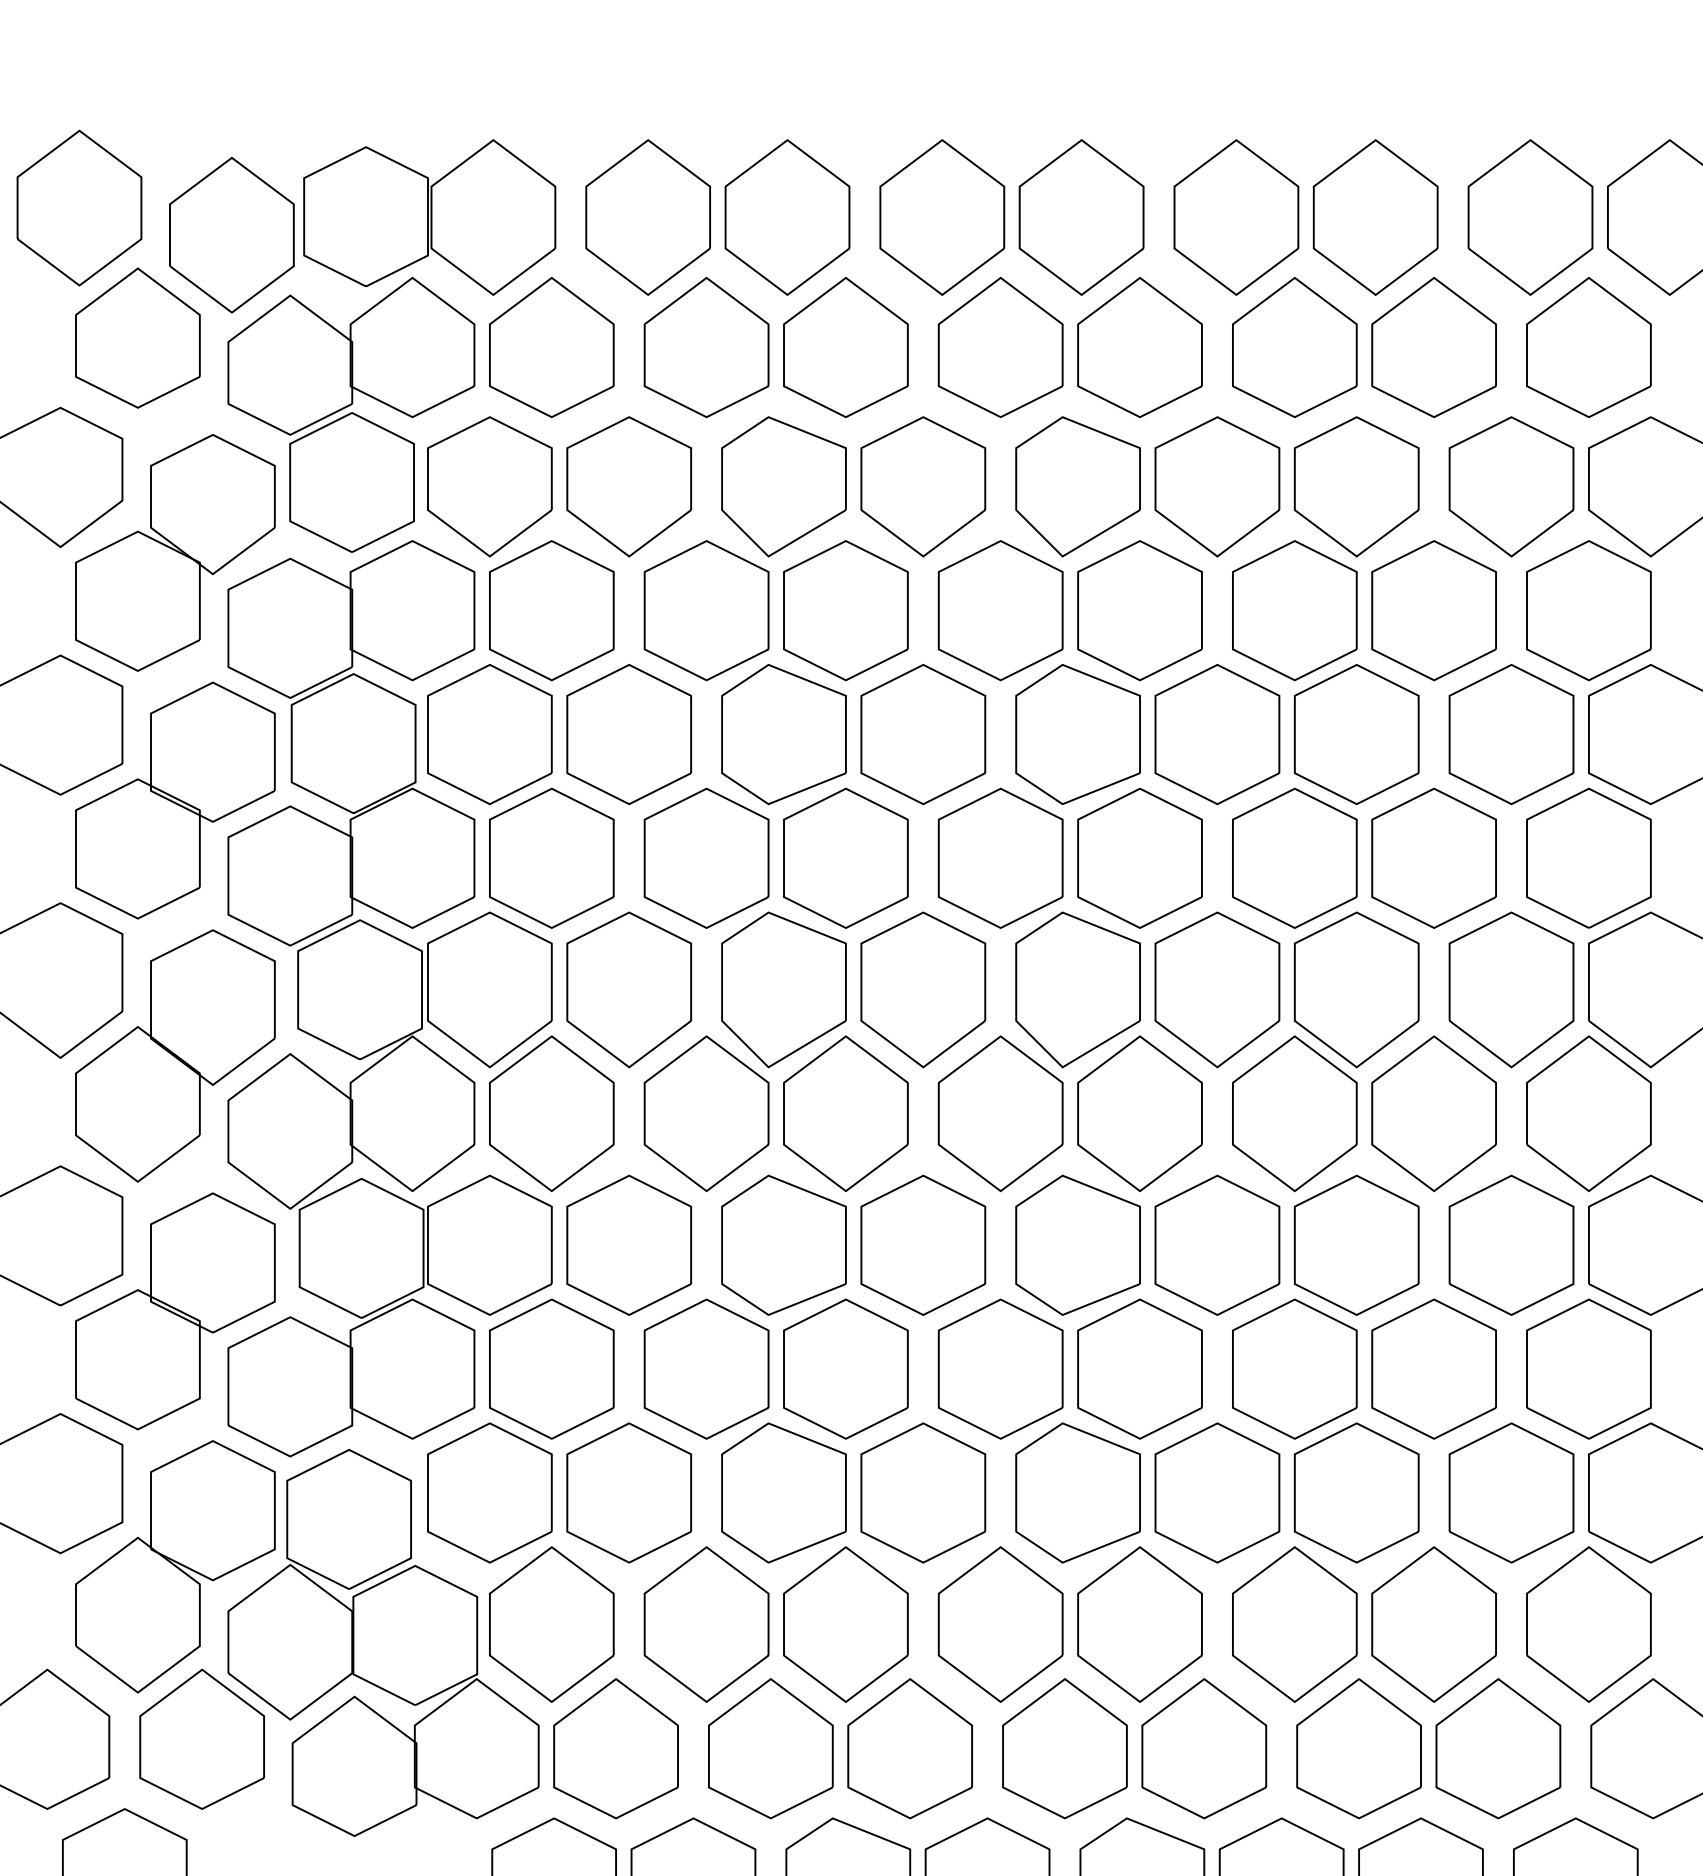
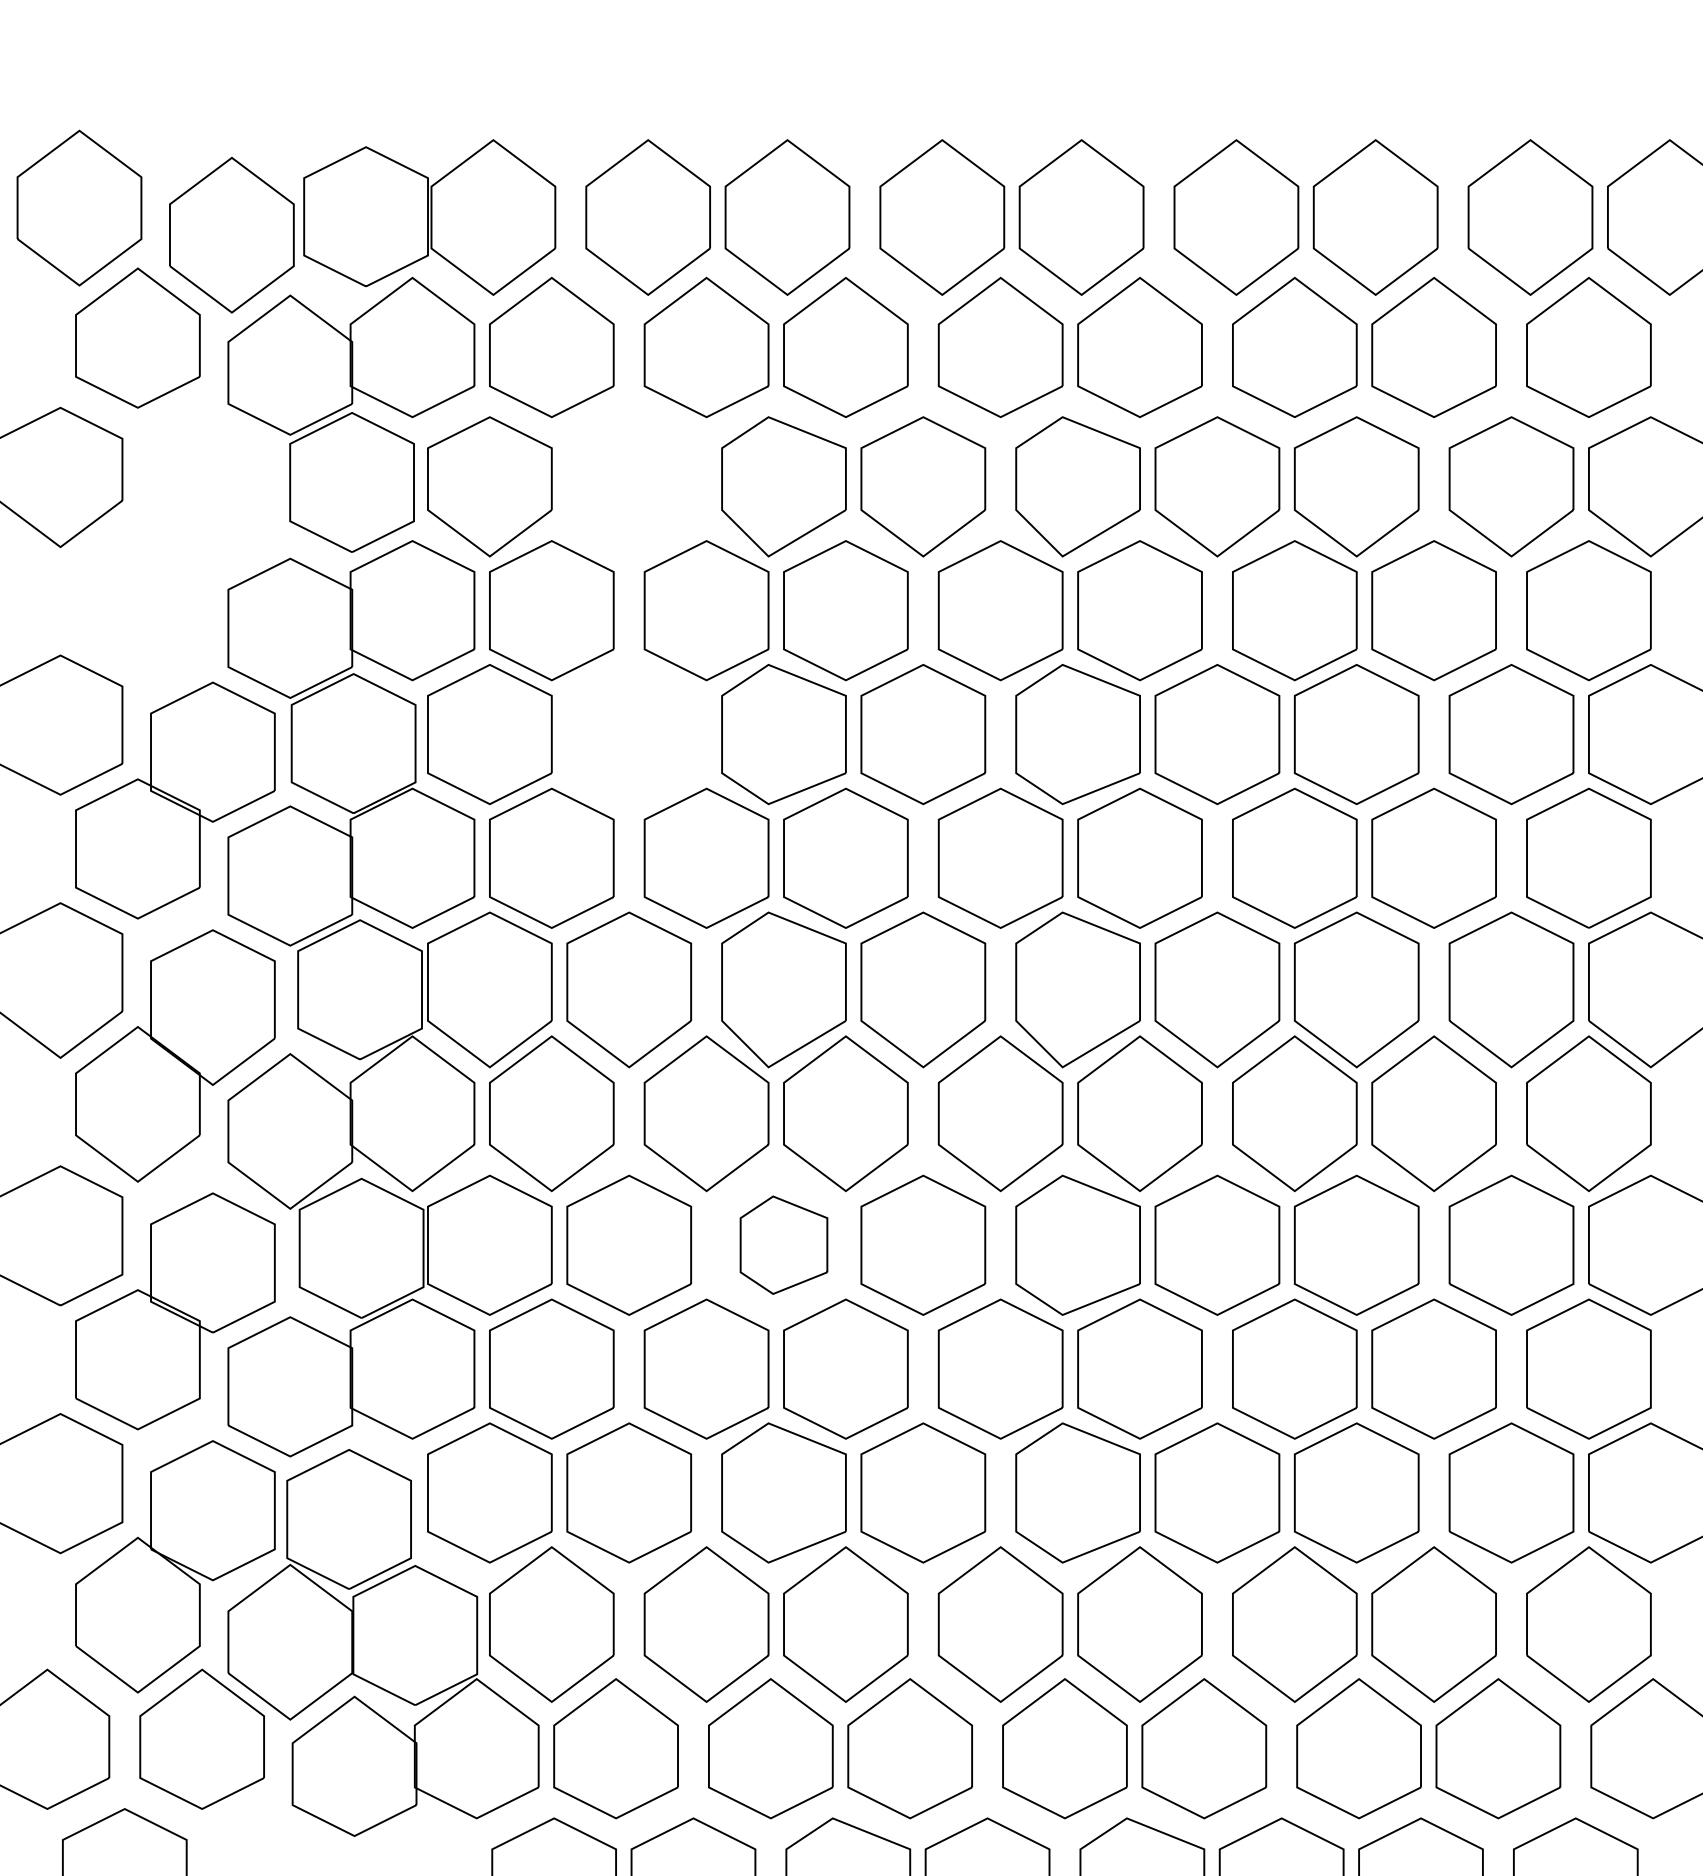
part at (628, 486): present -> none
part at (175, 552): present -> none
part at (628, 734): present -> none
part at (783, 1244) size: 126x142 px -> 90x100 px
